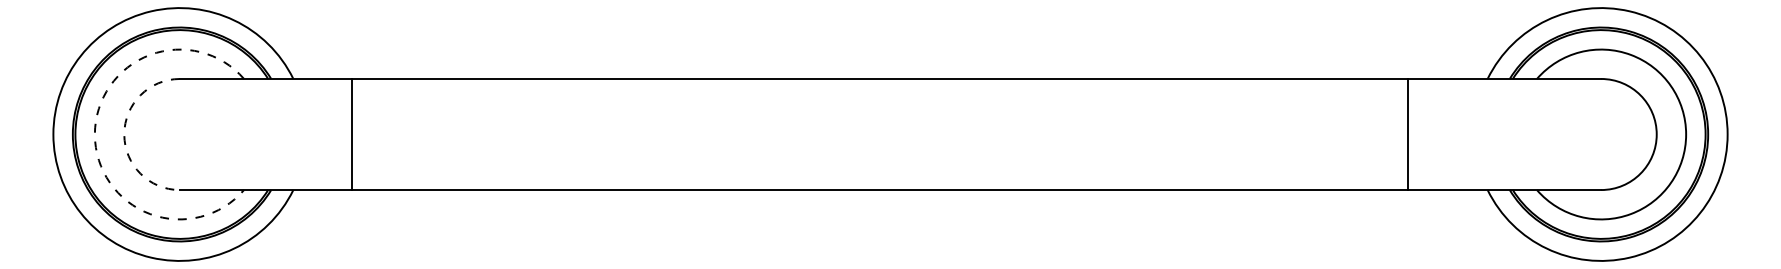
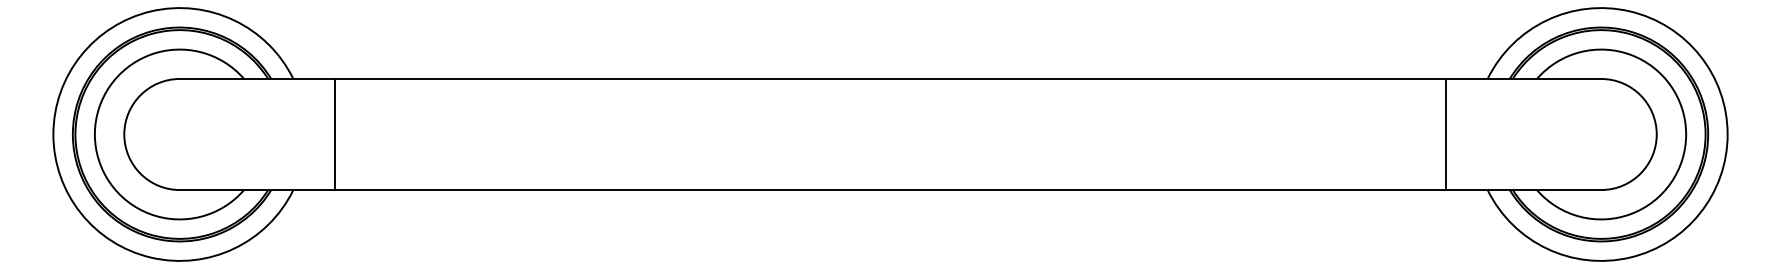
arc at (94, 134): dashed -> solid
arc at (124, 134): dashed -> solid
line at (352, 134) position: (352, 134) -> (335, 134)
line at (1407, 134) position: (1407, 134) -> (1445, 134)
